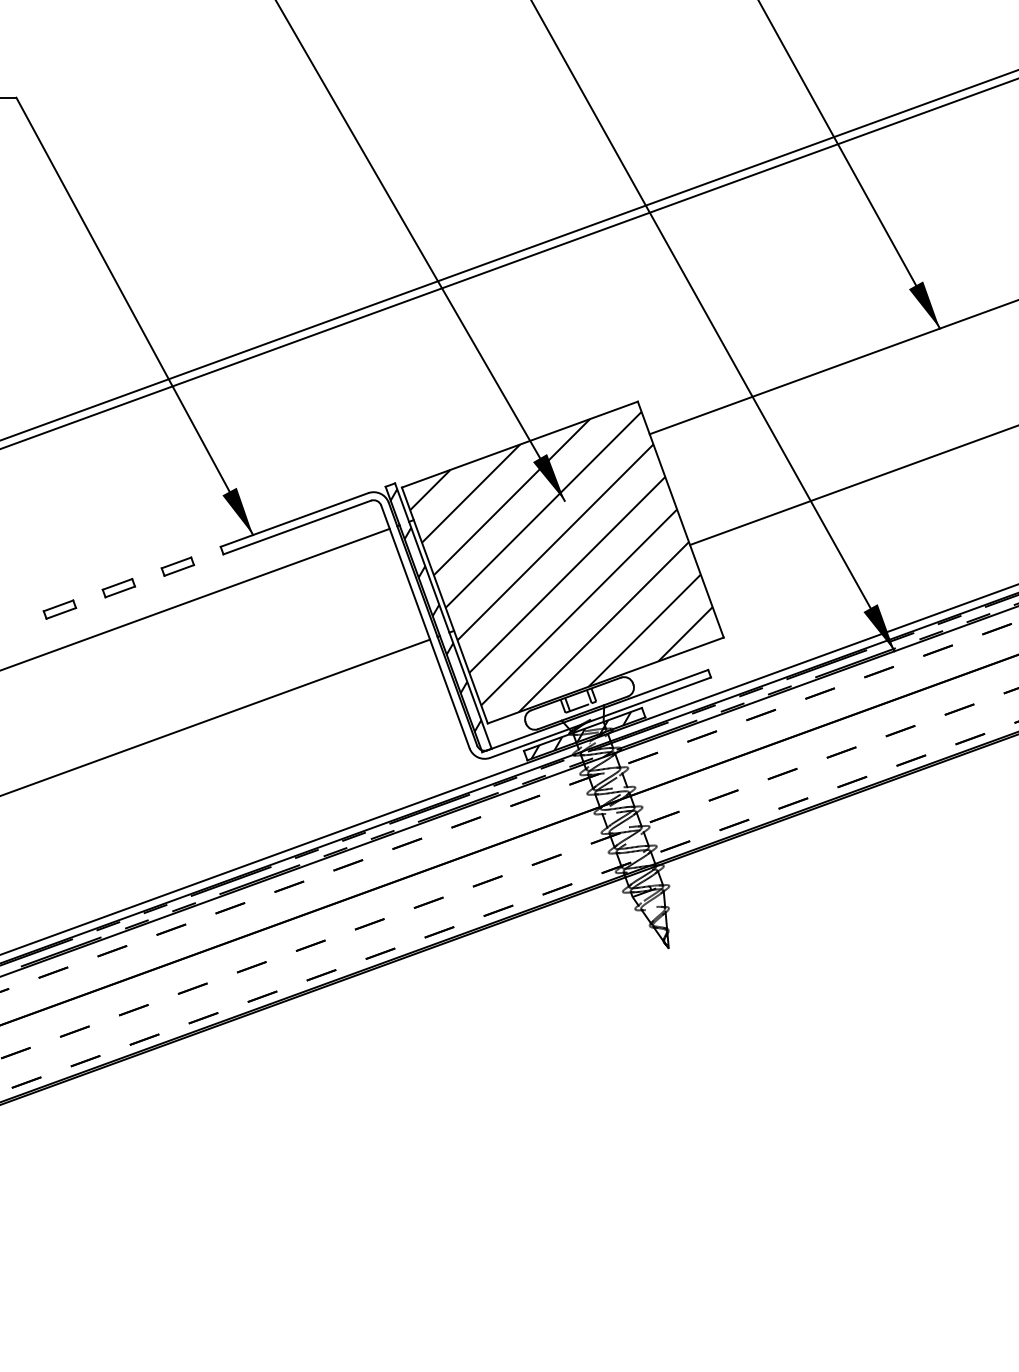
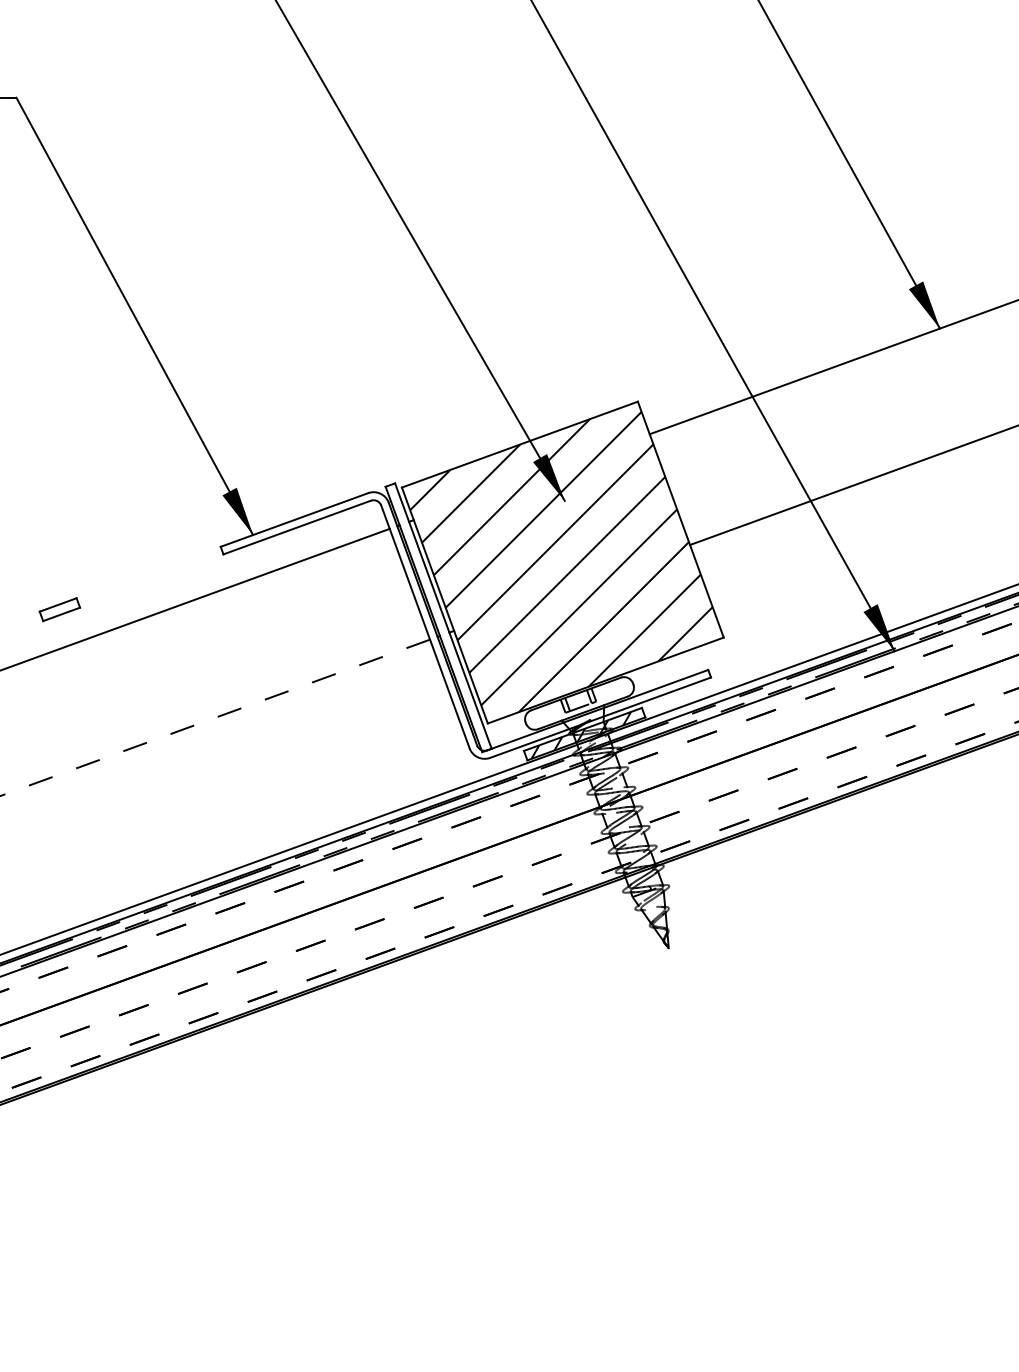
line at (508, 255): present -> none
line at (508, 263): present -> none
part at (177, 566): present -> none
part at (118, 588): present -> none
part at (59, 609) size: 36x21 px -> 44x26 px
hatch at (435, 610): present -> none
line at (214, 717): solid -> dashed
